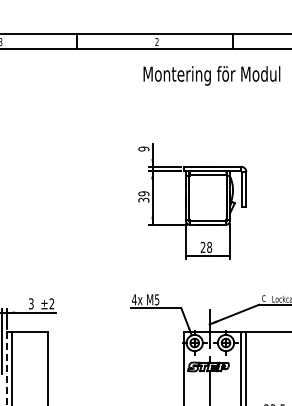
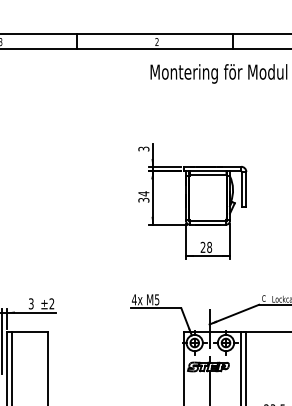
text at (211, 75) position: (211, 75) -> (218, 73)
text at (143, 148): 9 -> 3
text at (143, 193): 39 -> 34
line at (7, 369): dashed -> solid
